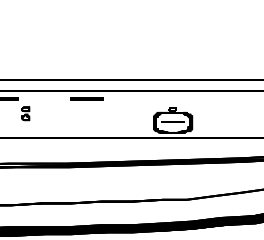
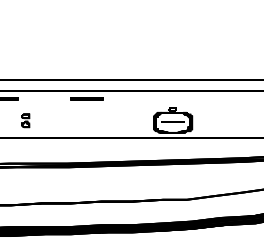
part at (25, 113) position: (25, 113) -> (25, 120)
